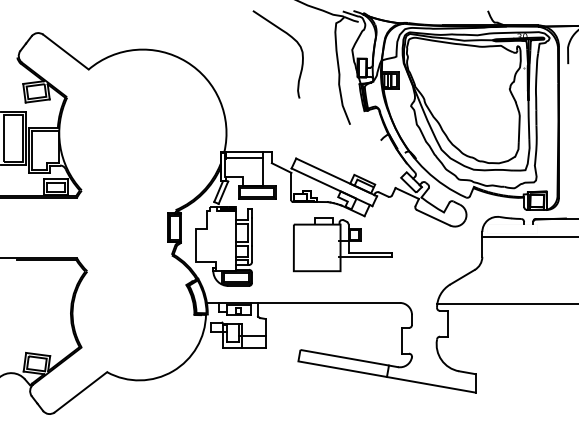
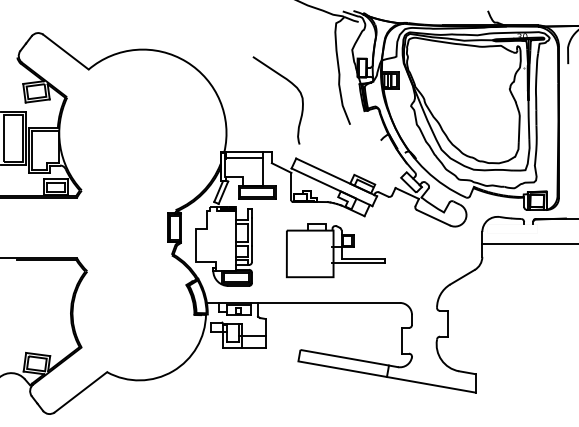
curve at (291, 38) position: (291, 38) -> (291, 84)
line at (528, 236) position: (528, 236) -> (528, 243)
part at (342, 244) position: (342, 244) -> (335, 250)
line at (506, 304): present -> none
